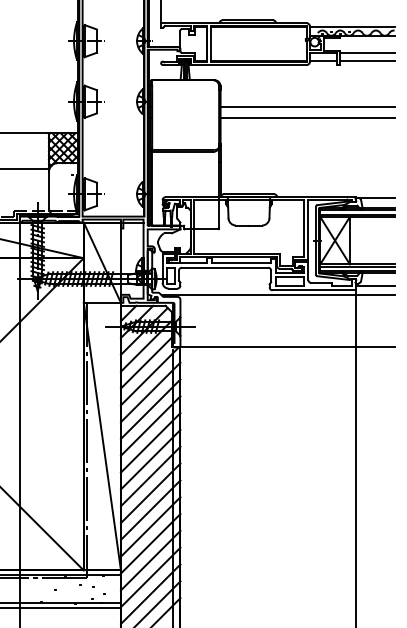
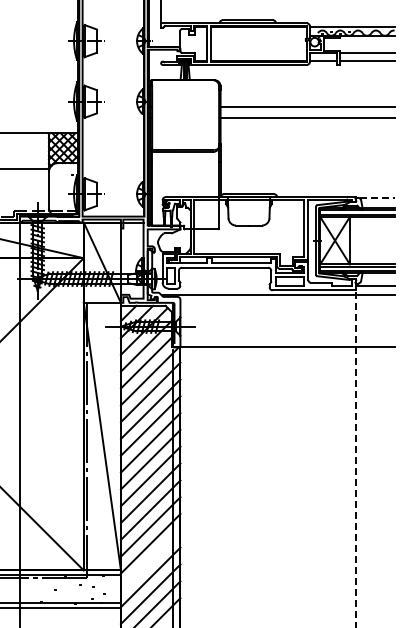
line at (377, 198): solid -> dashed
line at (355, 459): solid -> dashed
line at (150, 560): present -> none
